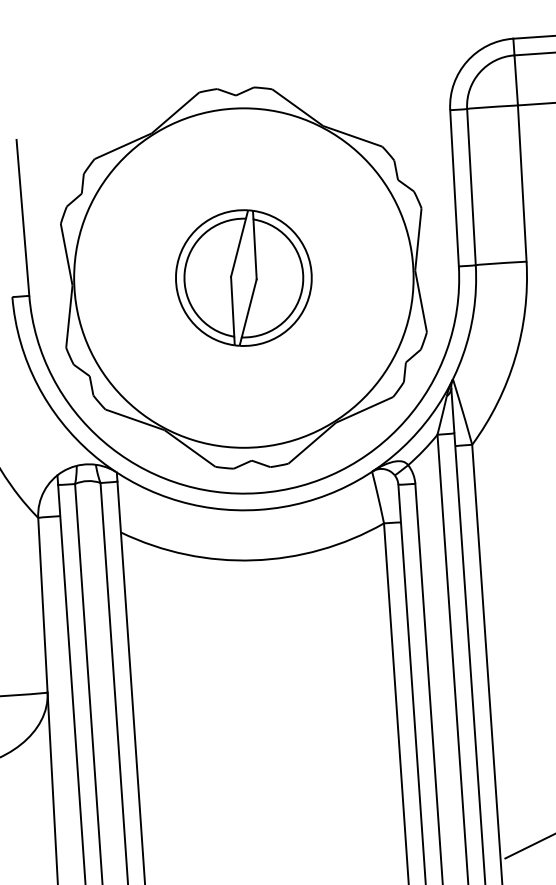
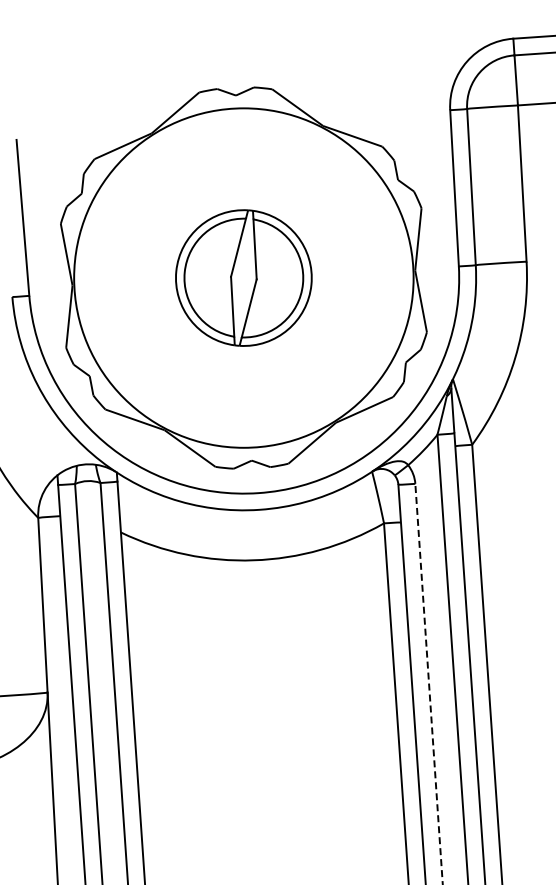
line at (429, 684): solid -> dashed
line at (528, 846): present -> none
